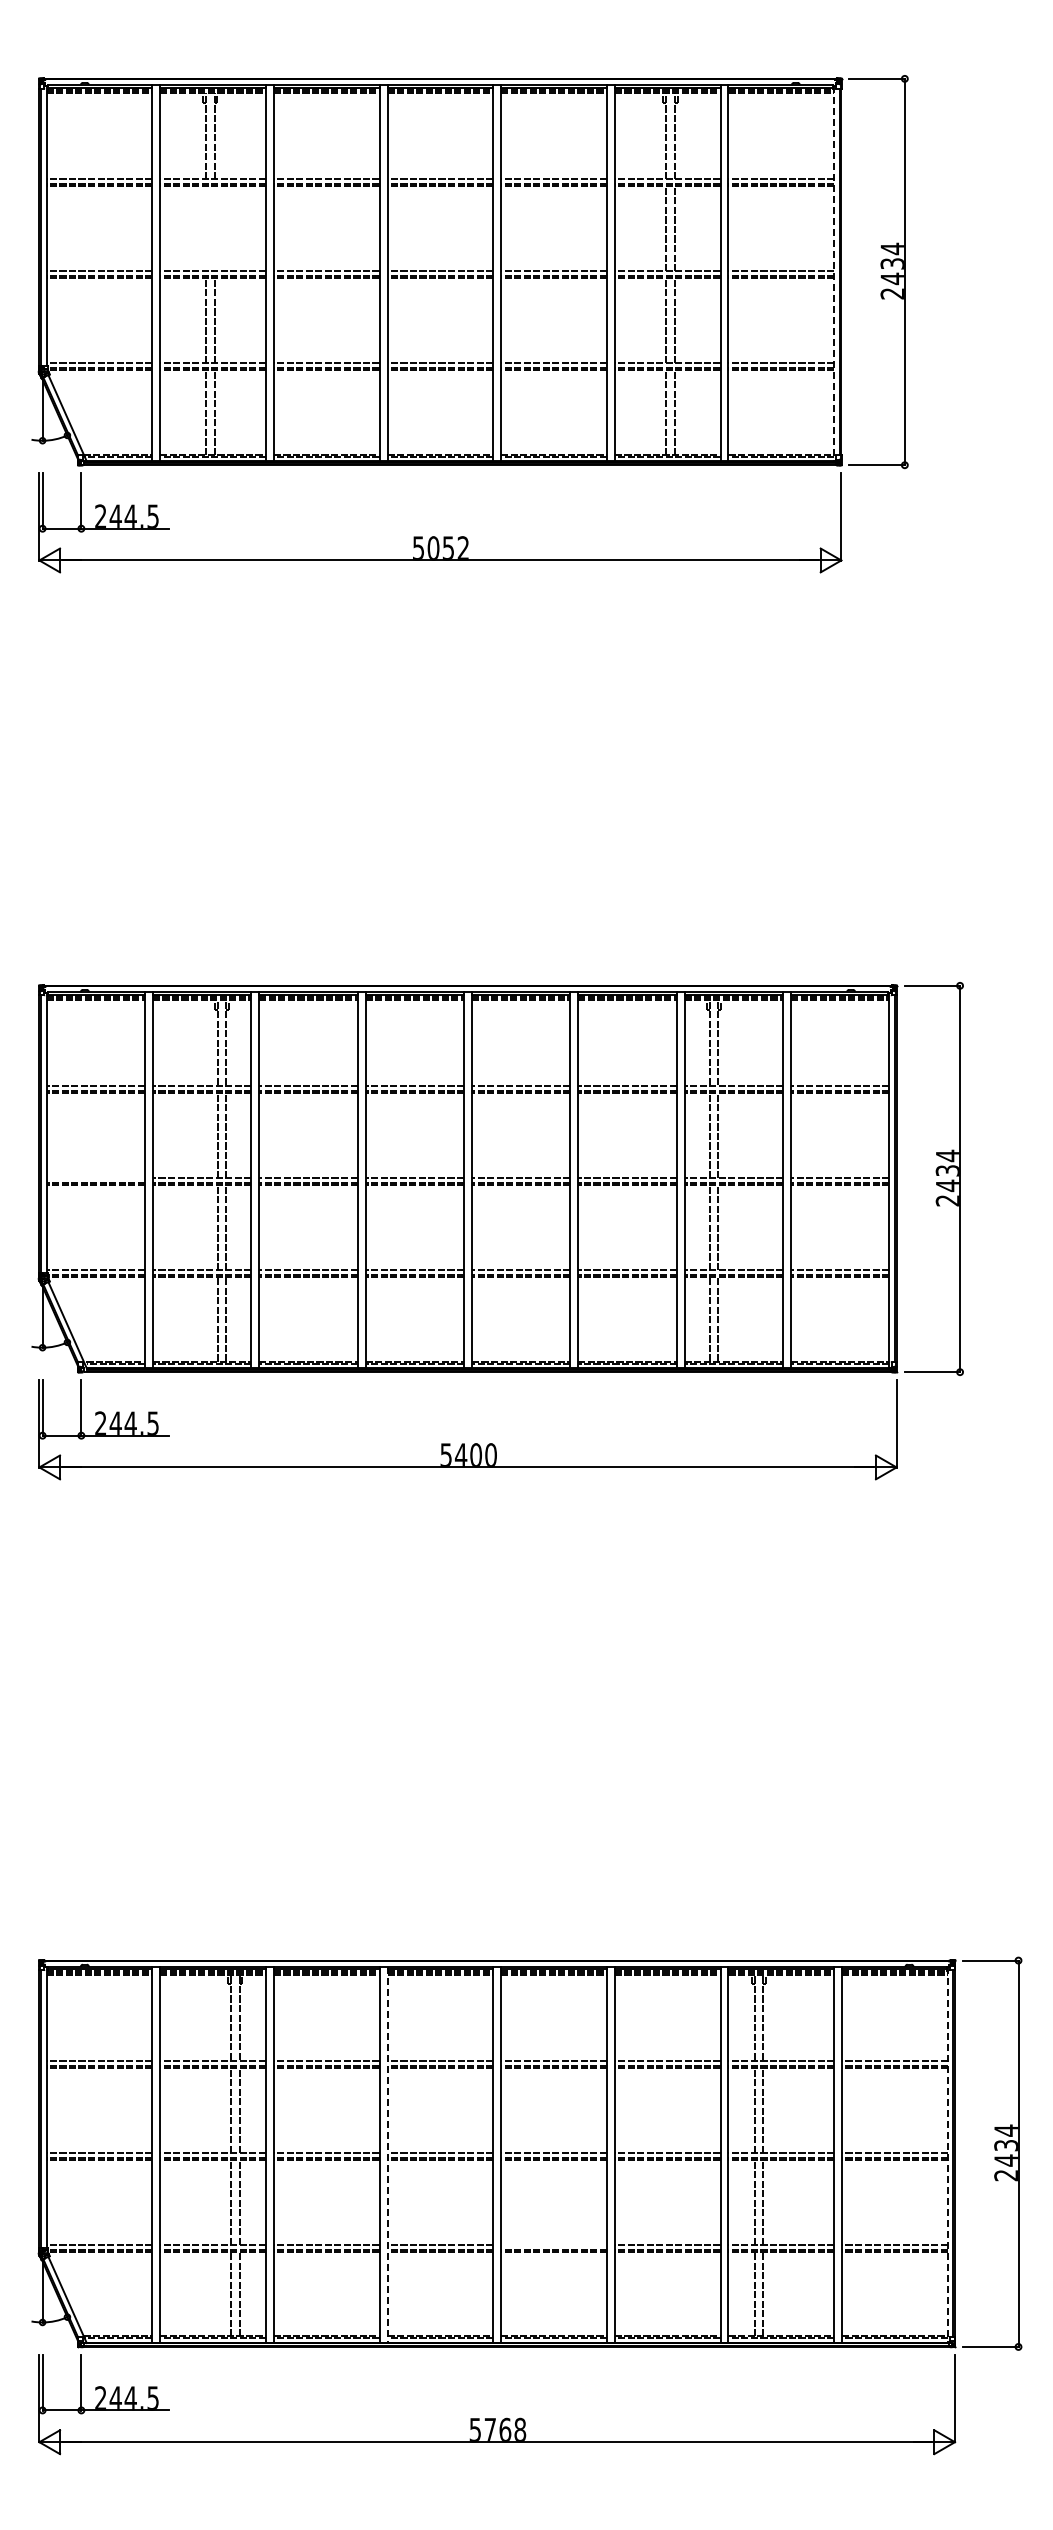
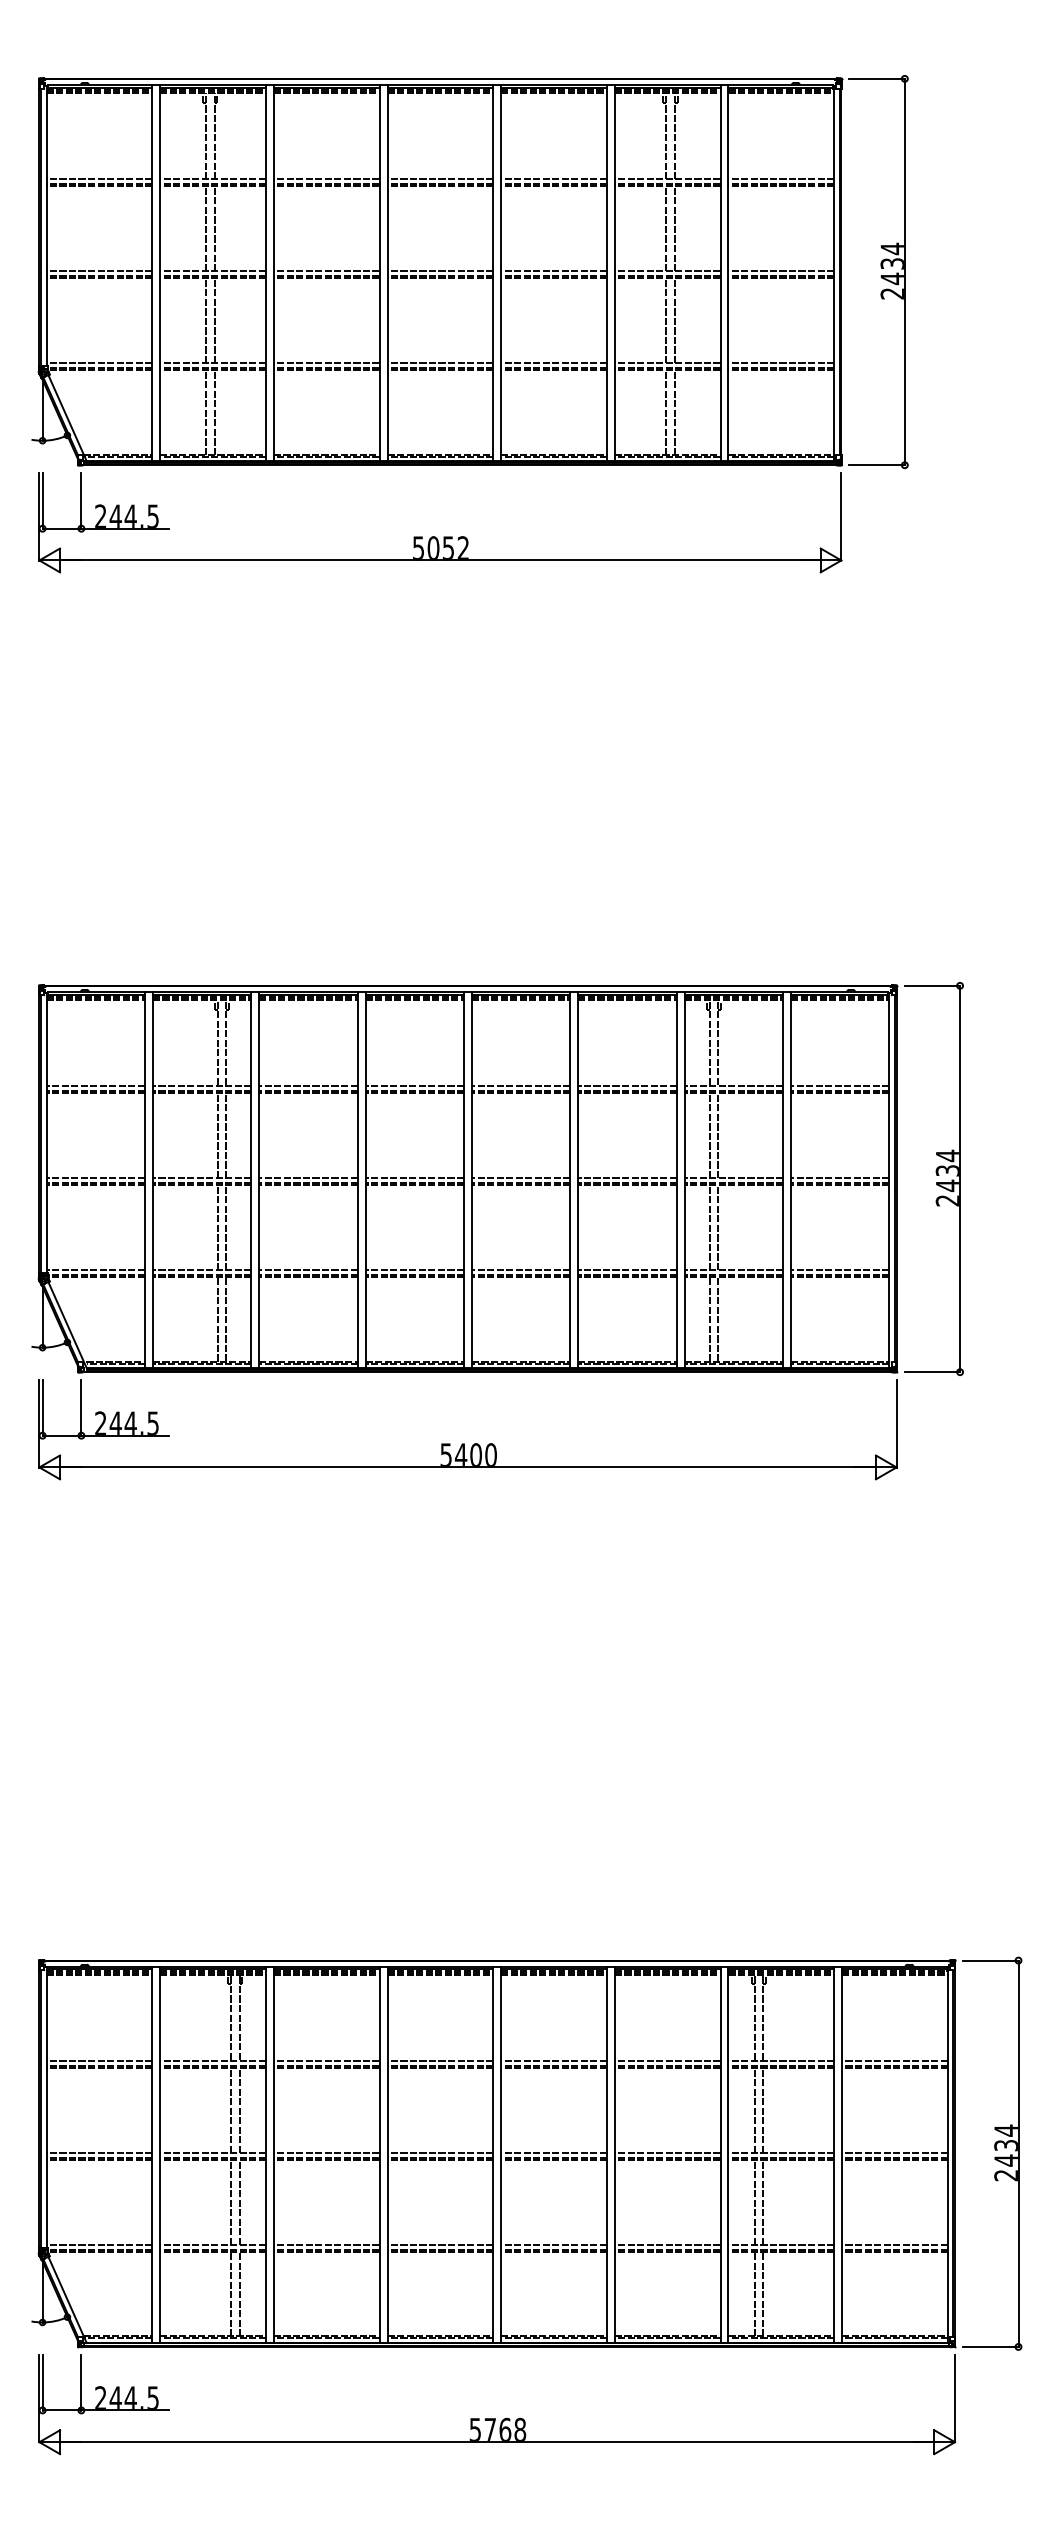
line at (205, 228): none -> present
line at (214, 228): none -> present
line at (834, 273): dashed -> solid
line at (95, 1178): none -> present
line at (387, 2155): dashed -> solid
line at (947, 2155): dashed -> solid
line at (553, 2244): none -> present
